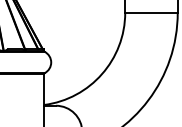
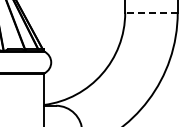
line at (150, 12): solid -> dashed
